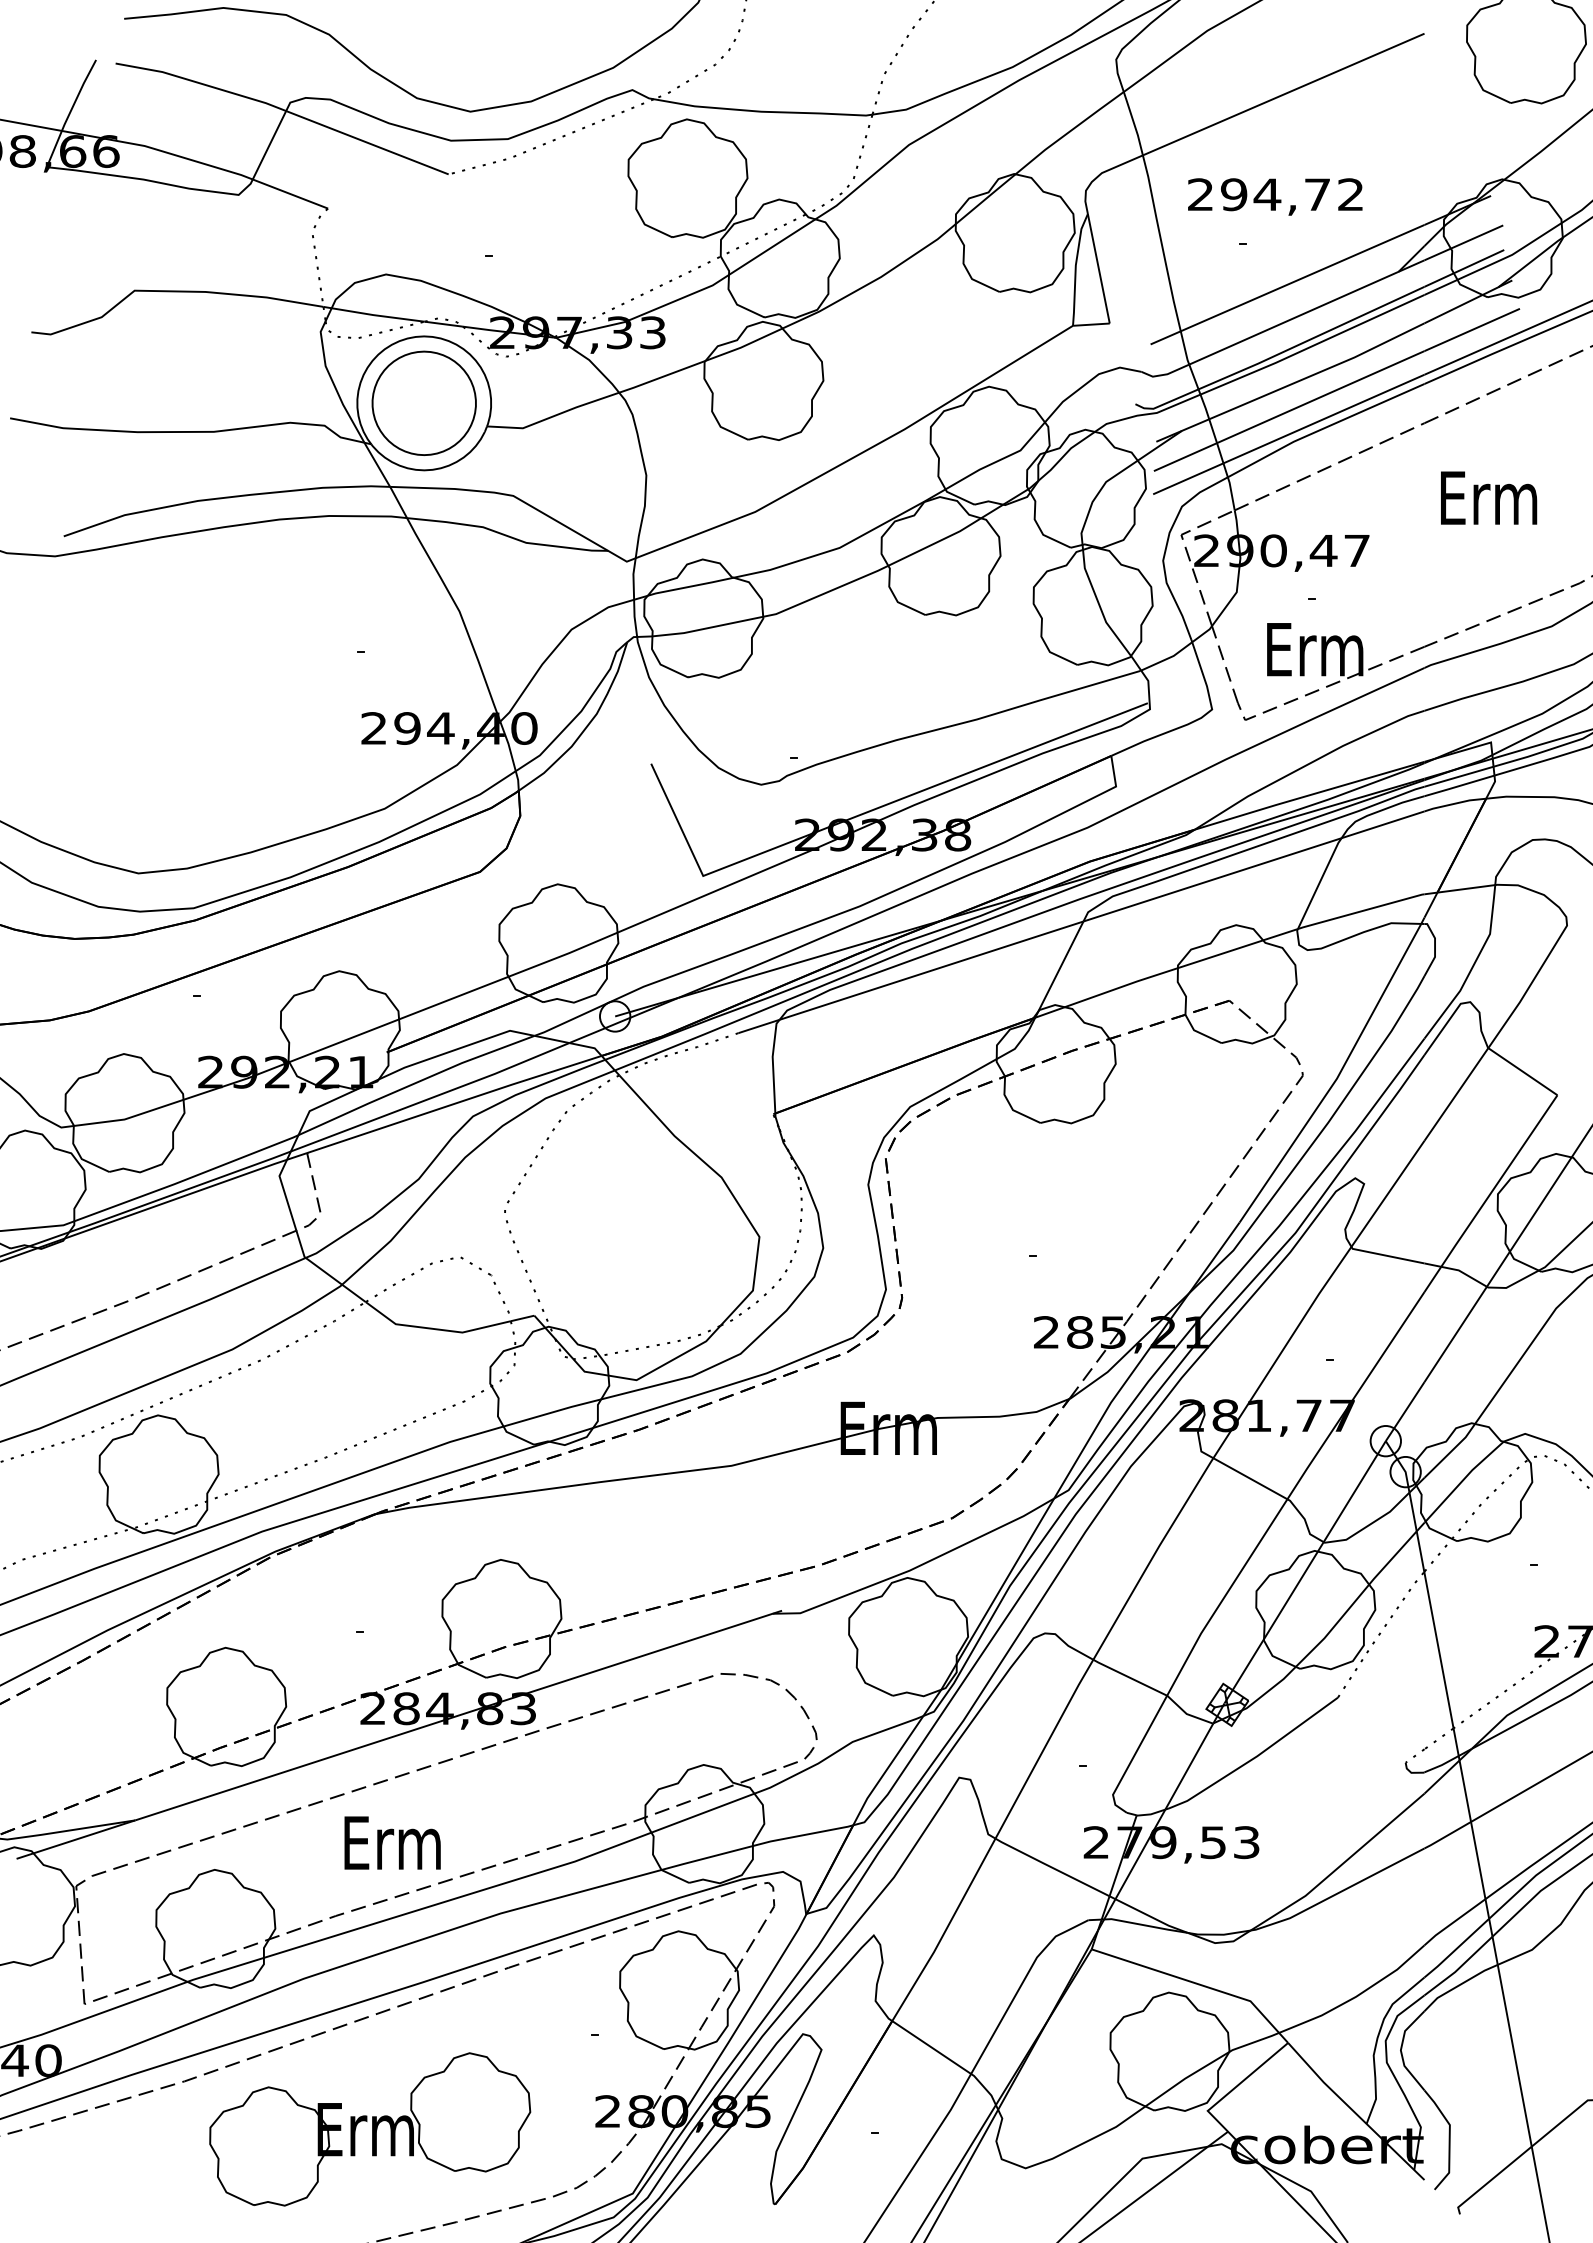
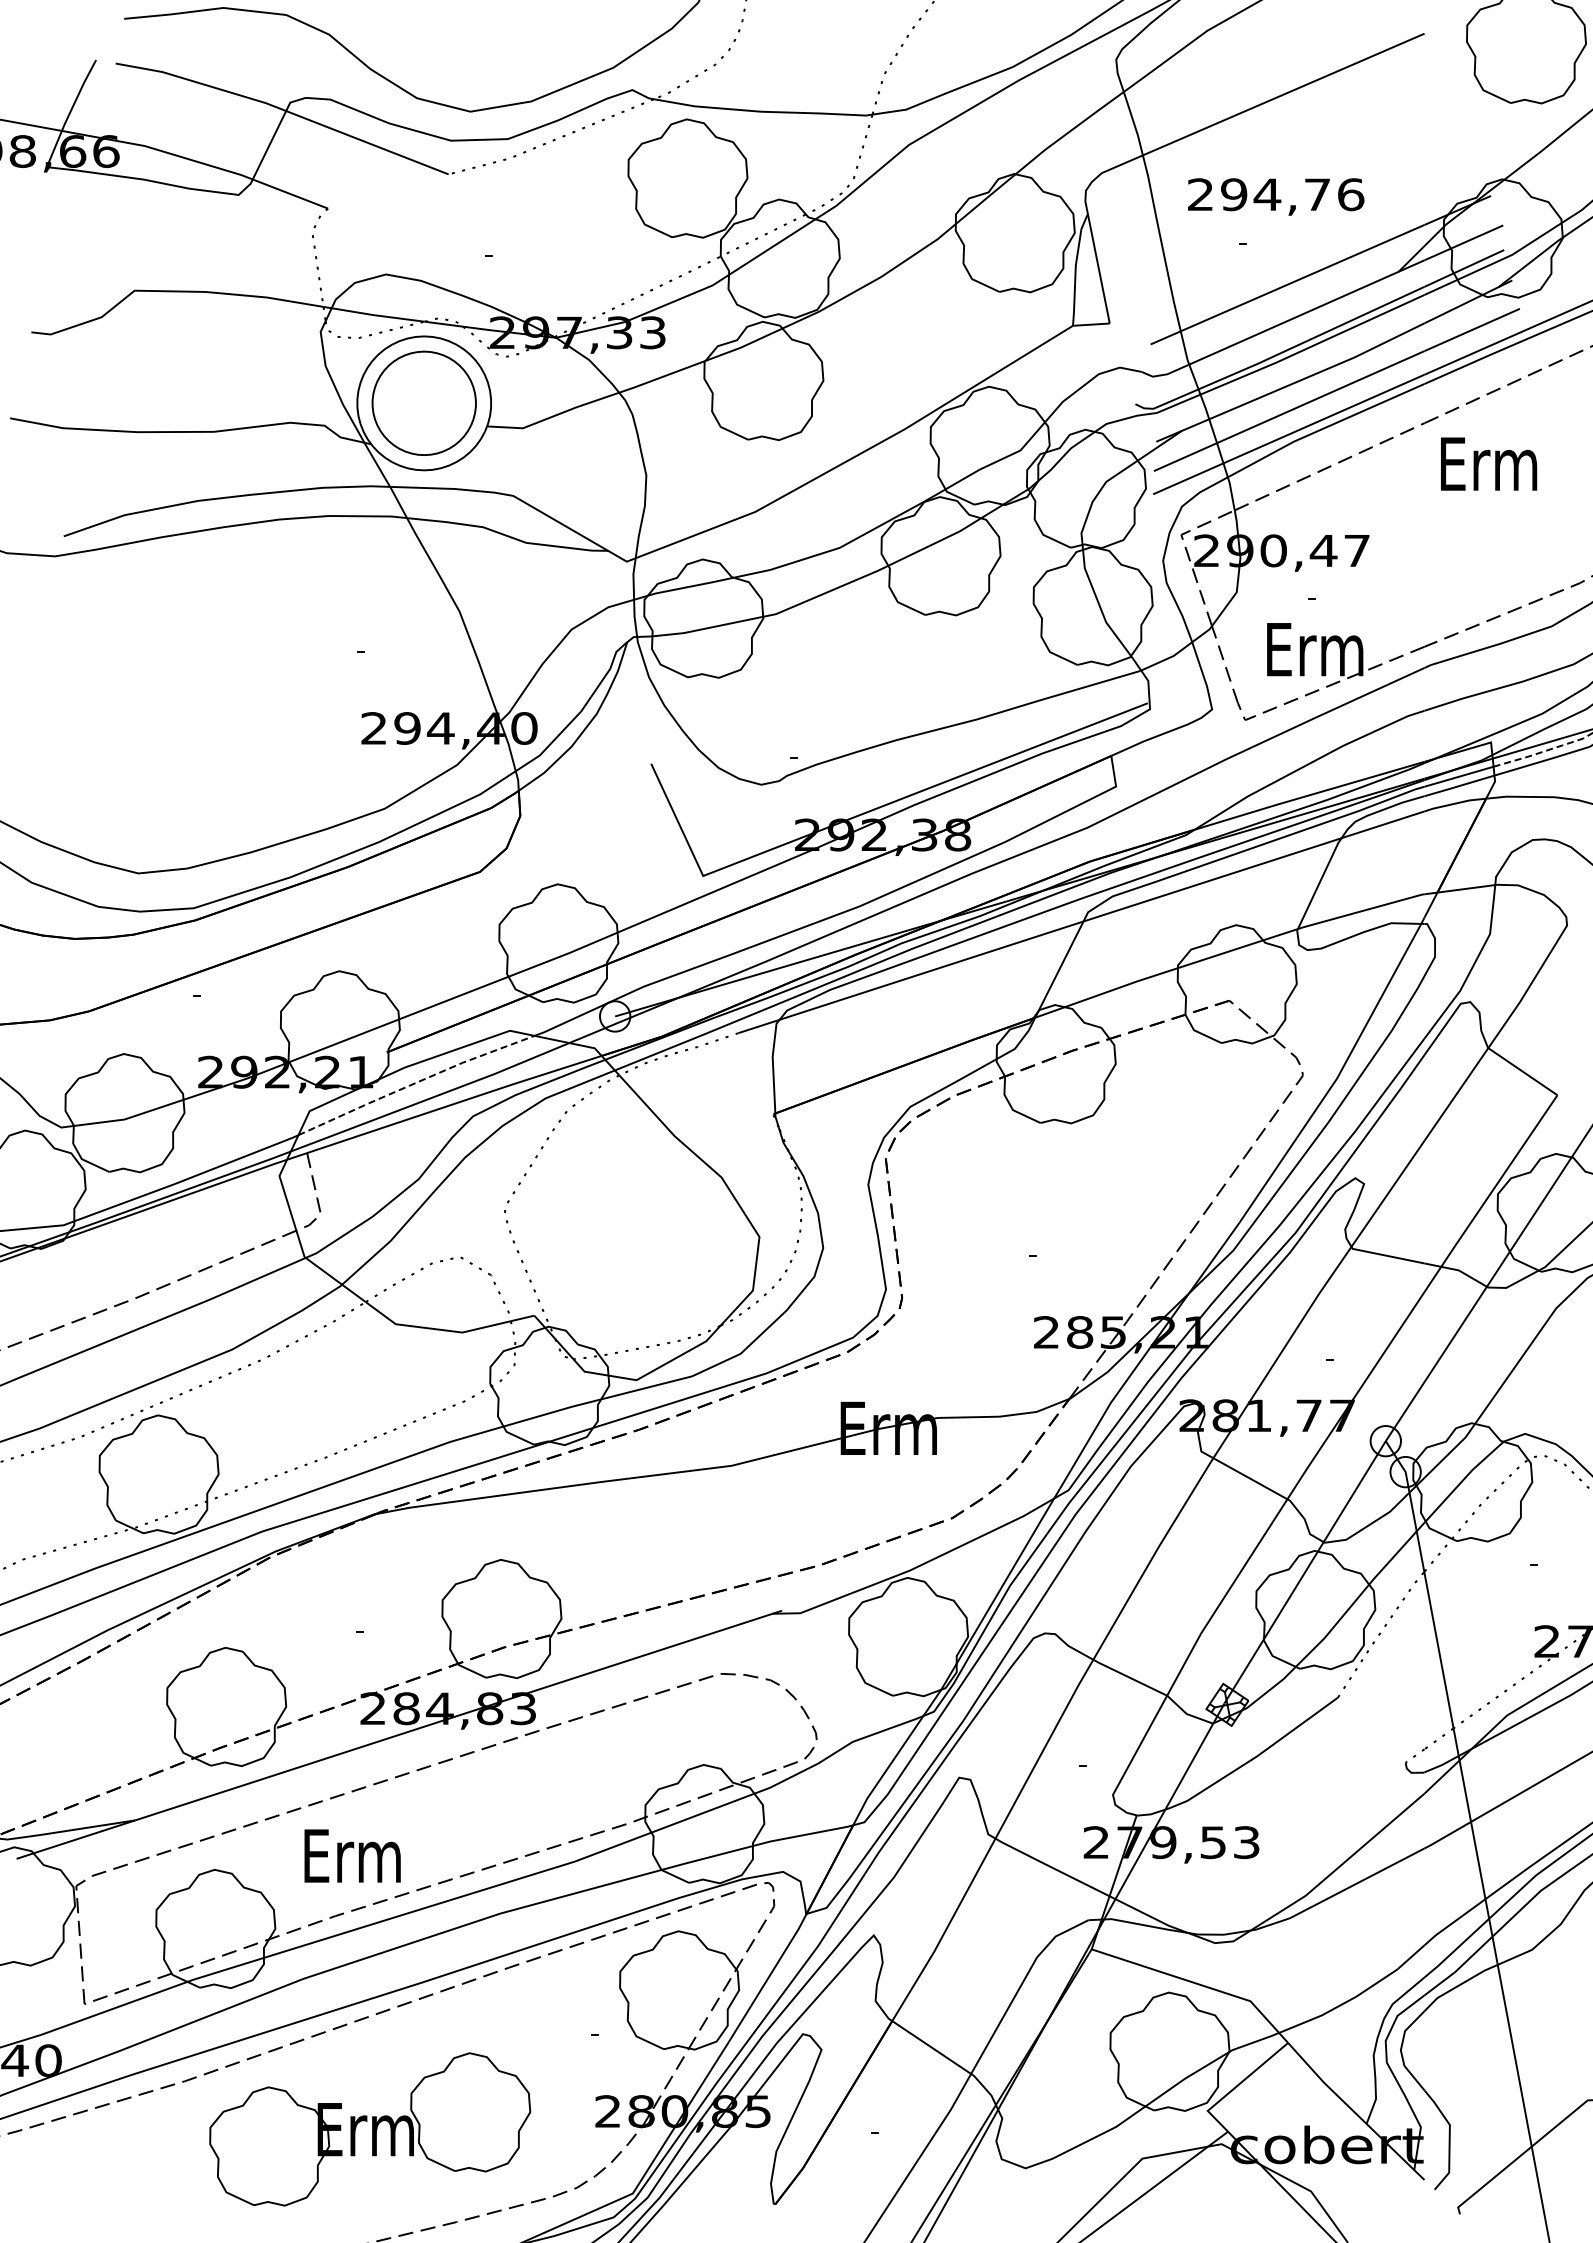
text at (1351, 194): 294,72 -> 294,76
text at (1489, 497) position: (1489, 497) -> (1489, 463)
line at (1544, 751): solid -> dashed
line at (415, 1083): solid -> dashed
text at (392, 1842) position: (392, 1842) -> (352, 1855)
